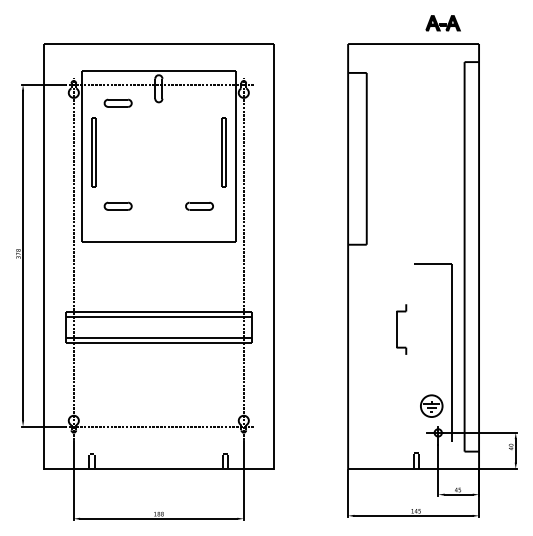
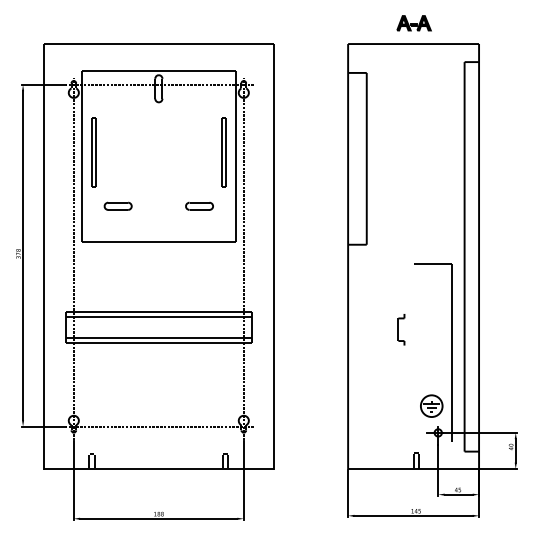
part at (442, 23) position: (442, 23) -> (413, 23)
part at (117, 102): present -> none
part at (401, 329) size: 12x51 px -> 9x32 px
